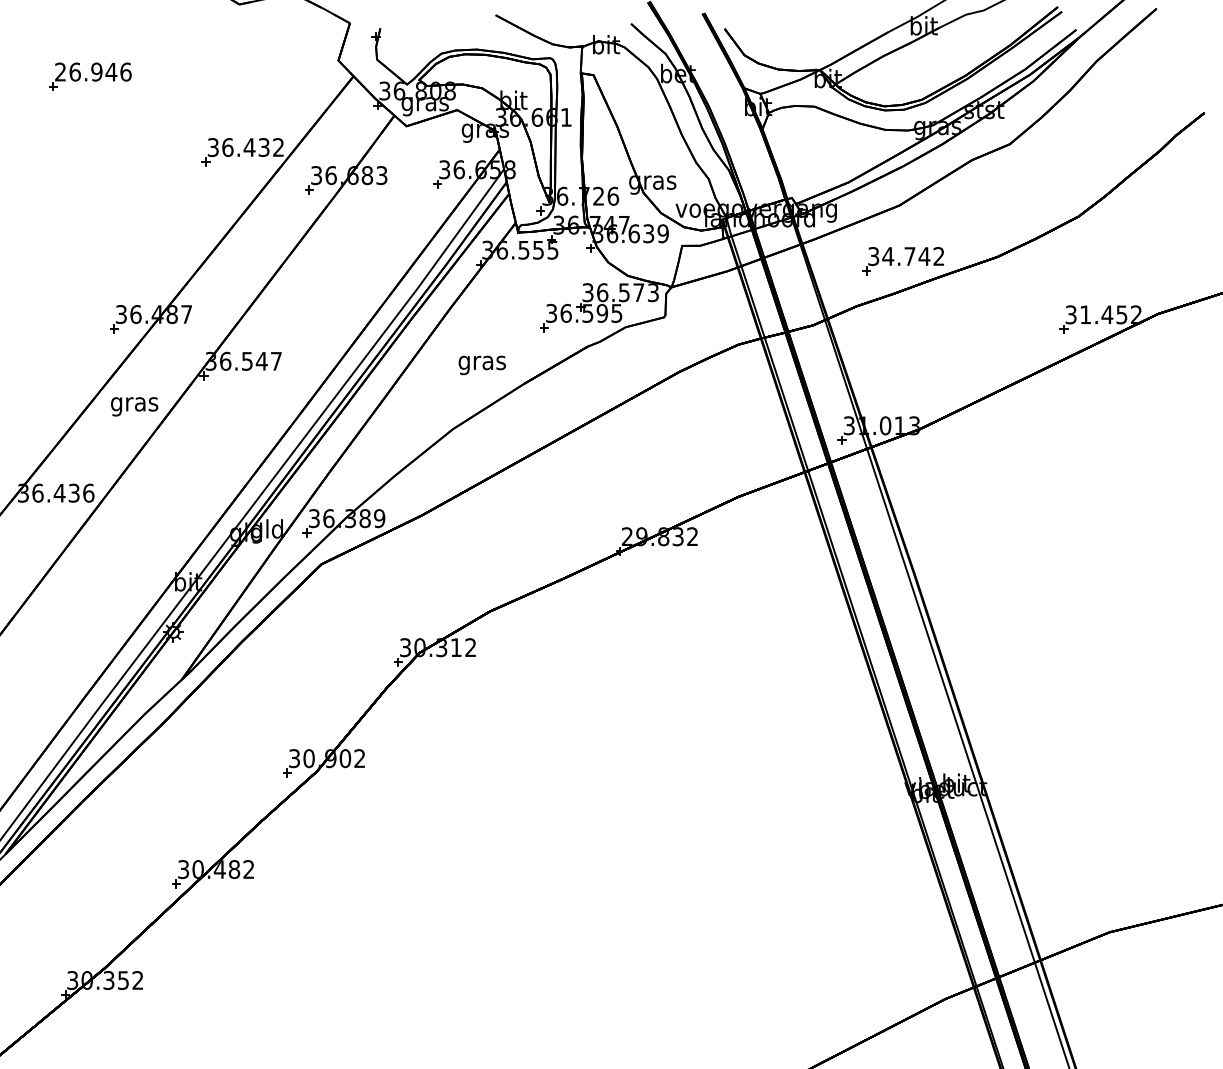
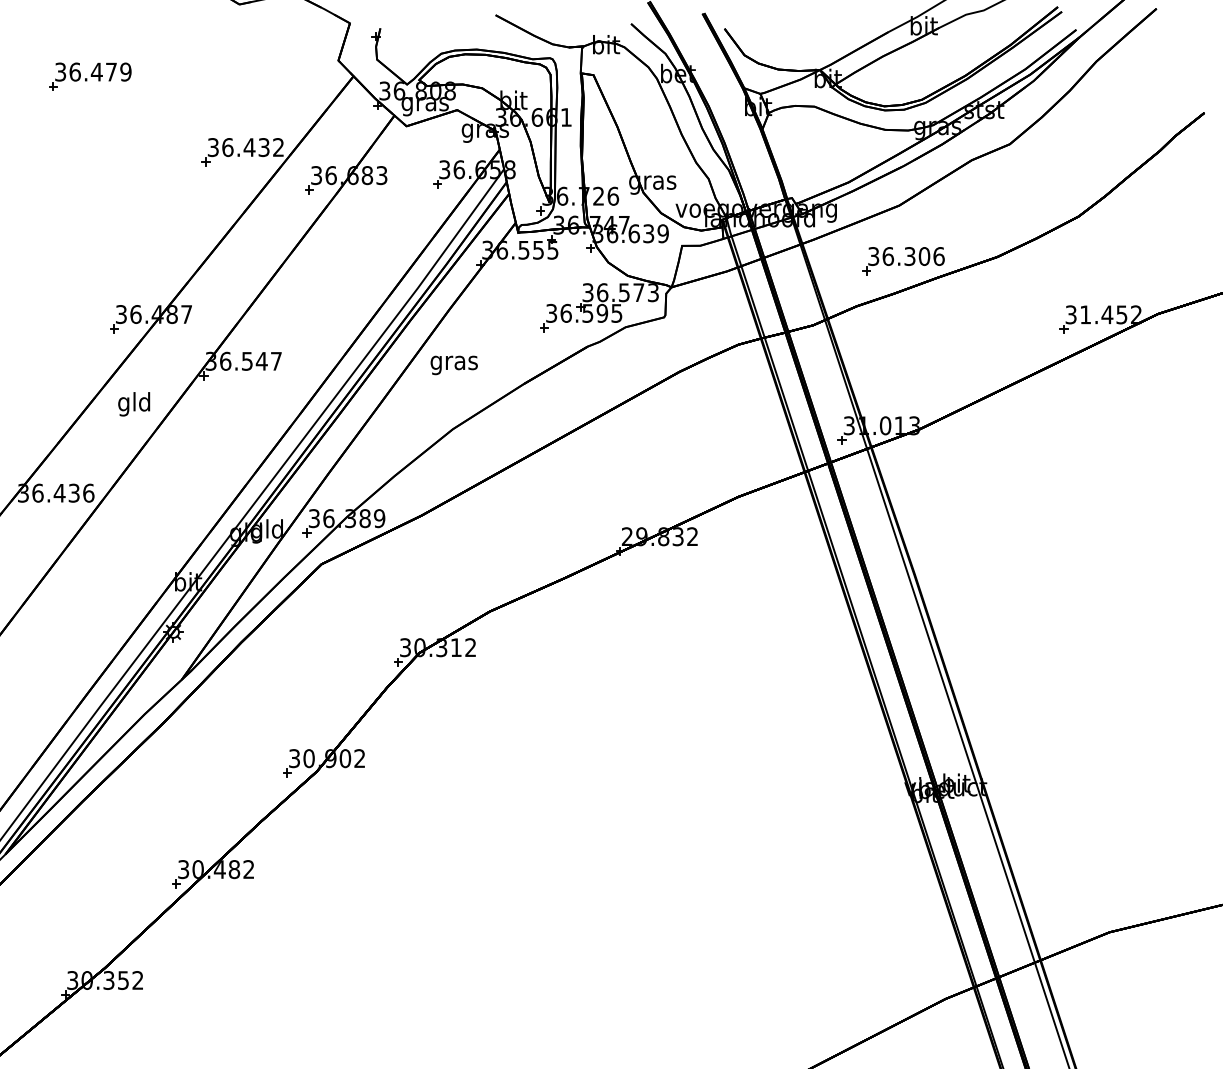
text at (93, 71): 26.946 -> 36.479
text at (913, 256): 34.742 -> 36.306
text at (481, 365) position: (481, 365) -> (453, 365)
text at (134, 404): gras -> gld
